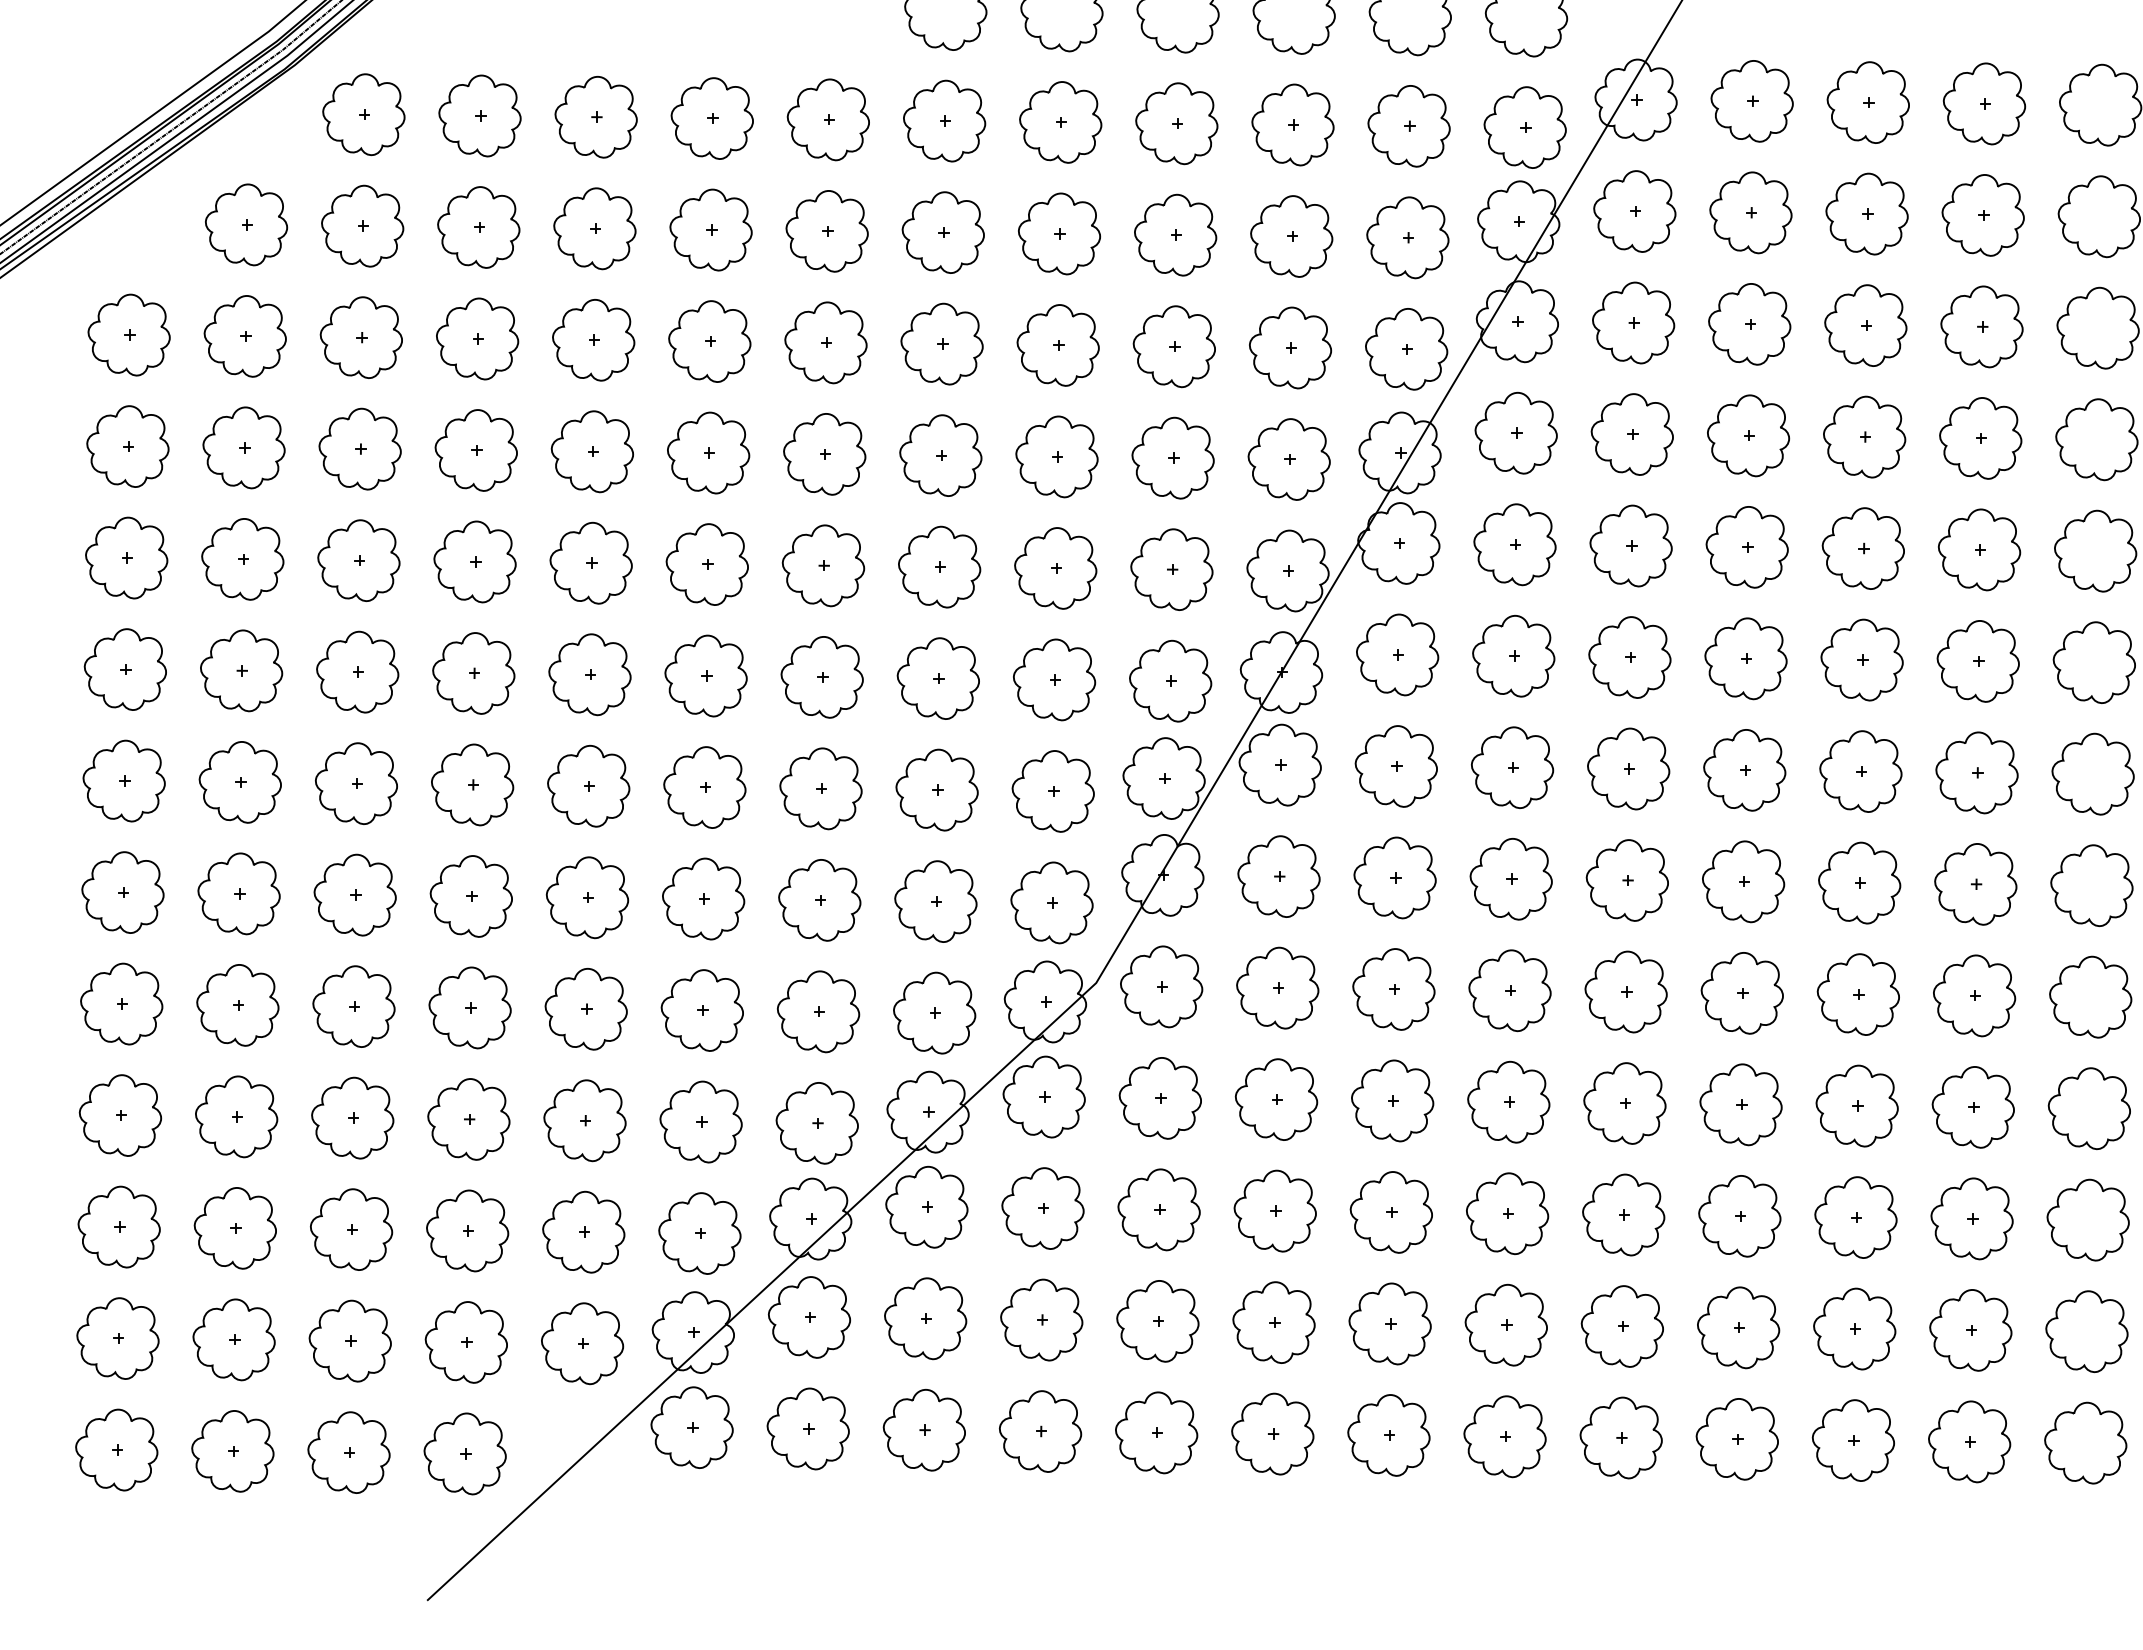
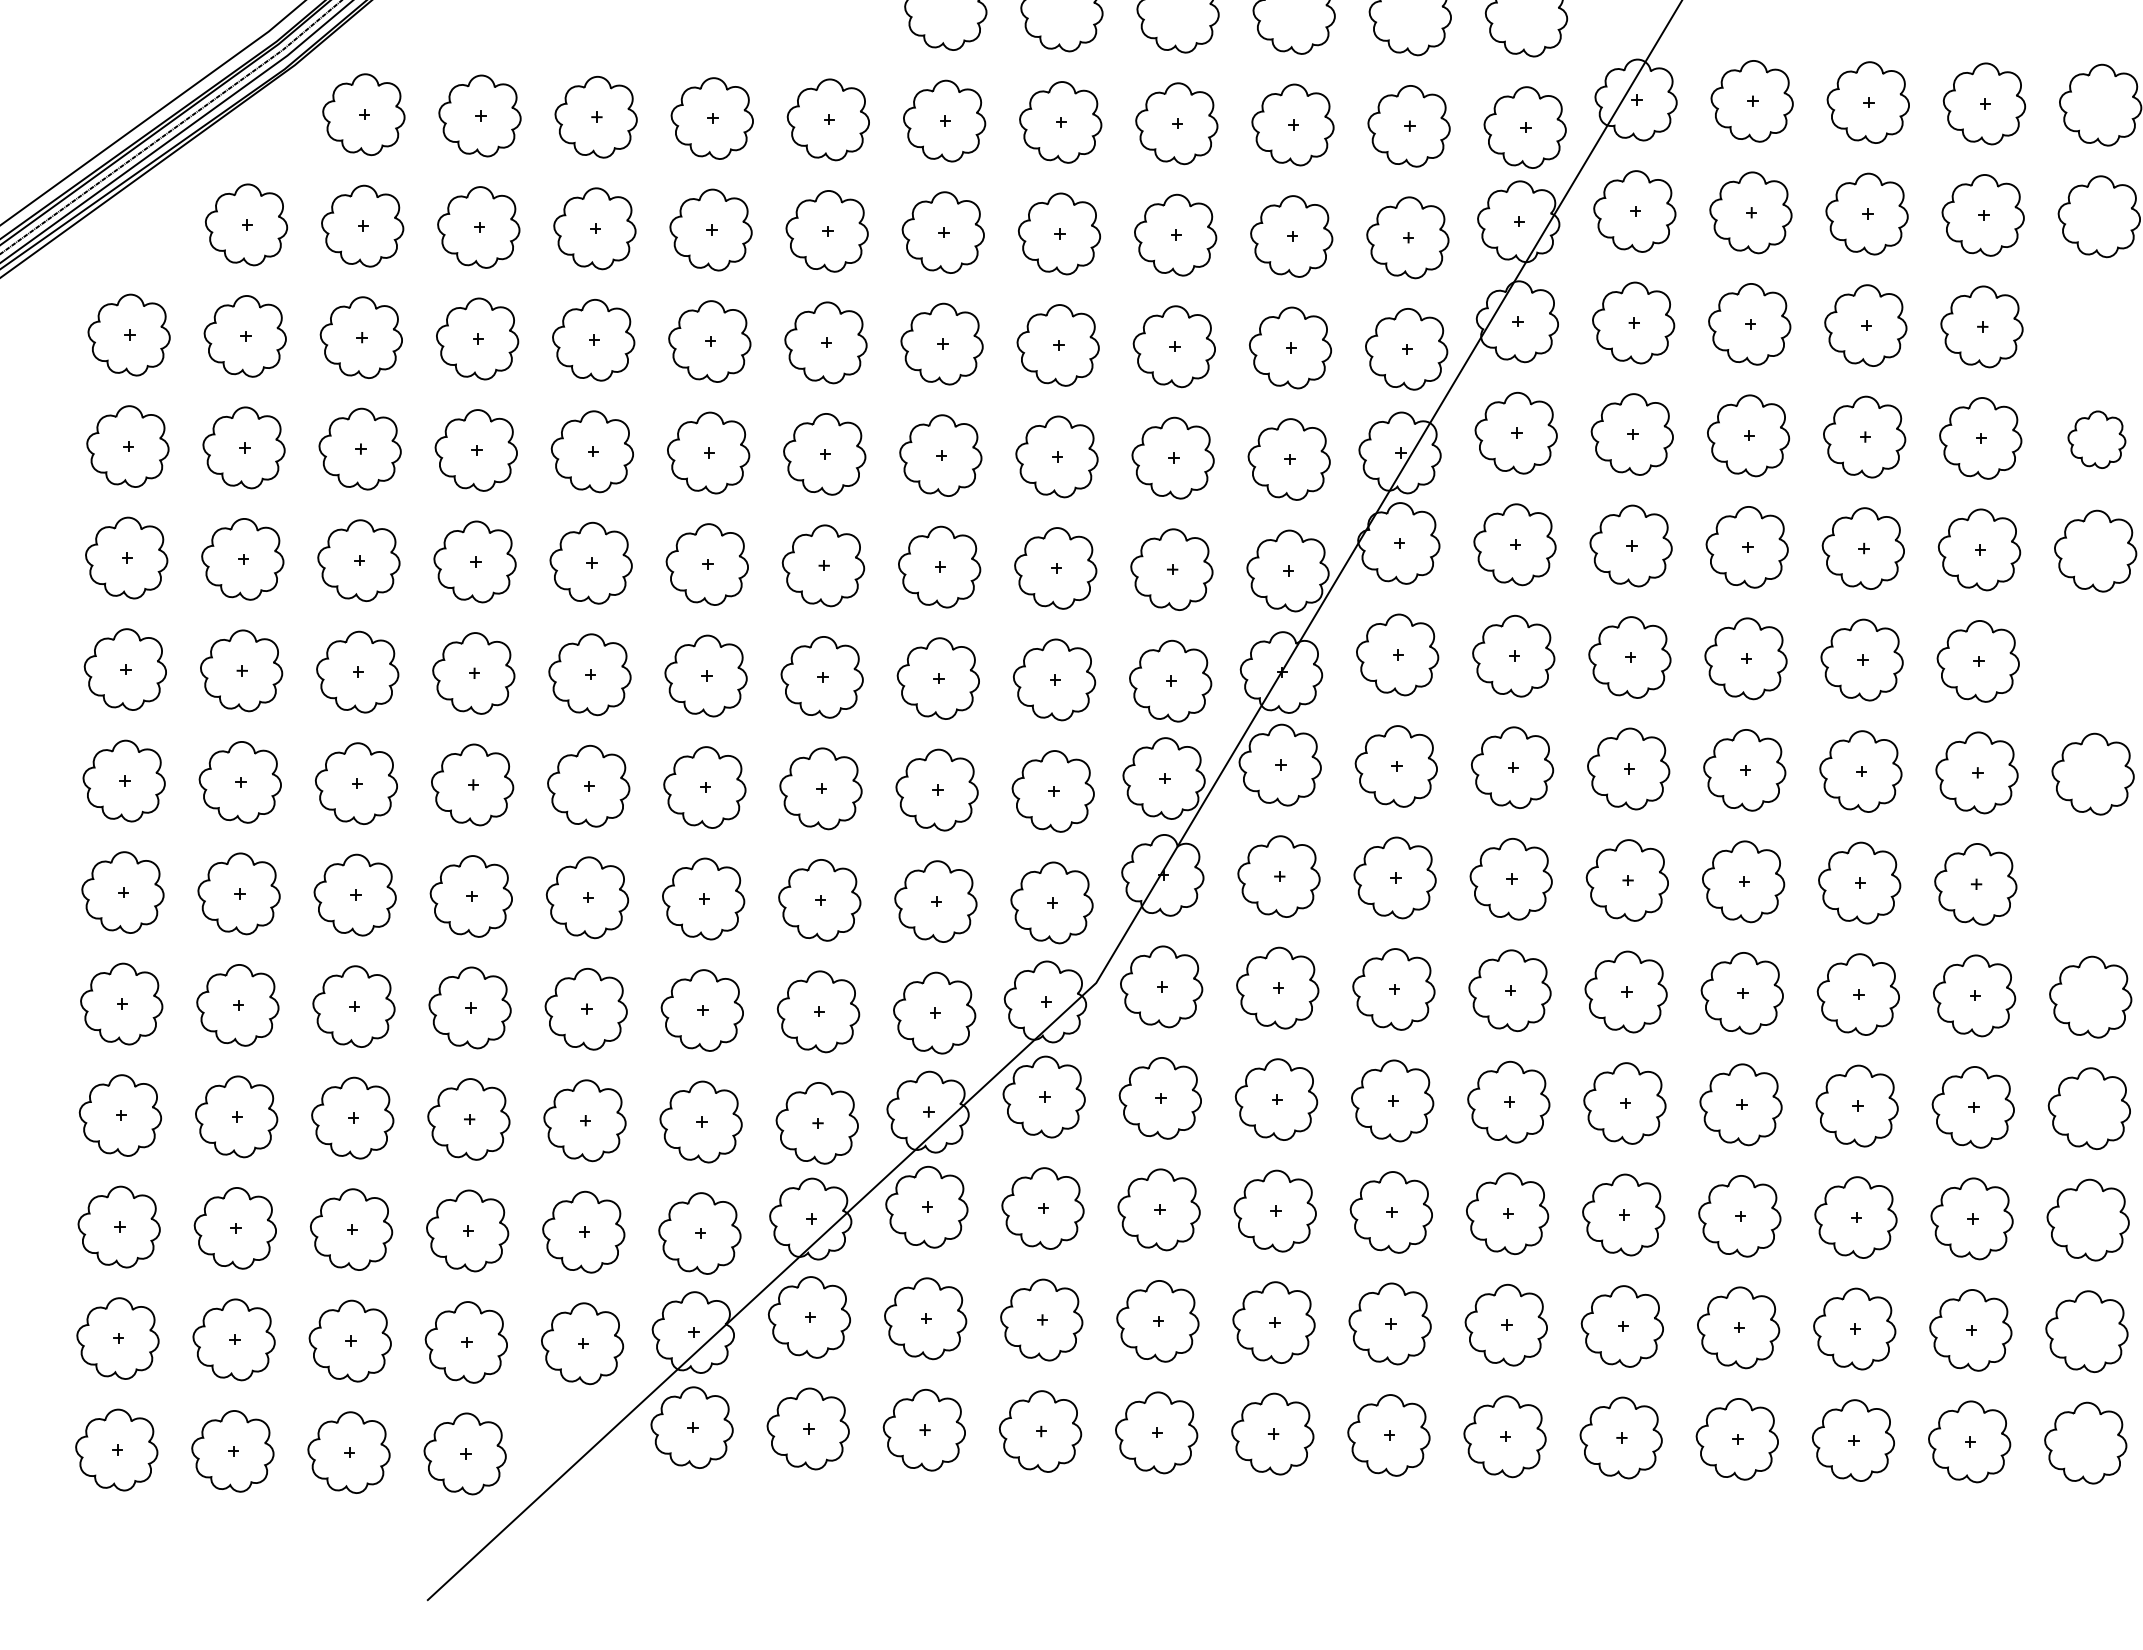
part at (2097, 327): present -> none
part at (2096, 439) size: 84x84 px -> 60x59 px
part at (2093, 662): present -> none
part at (2091, 885): present -> none
